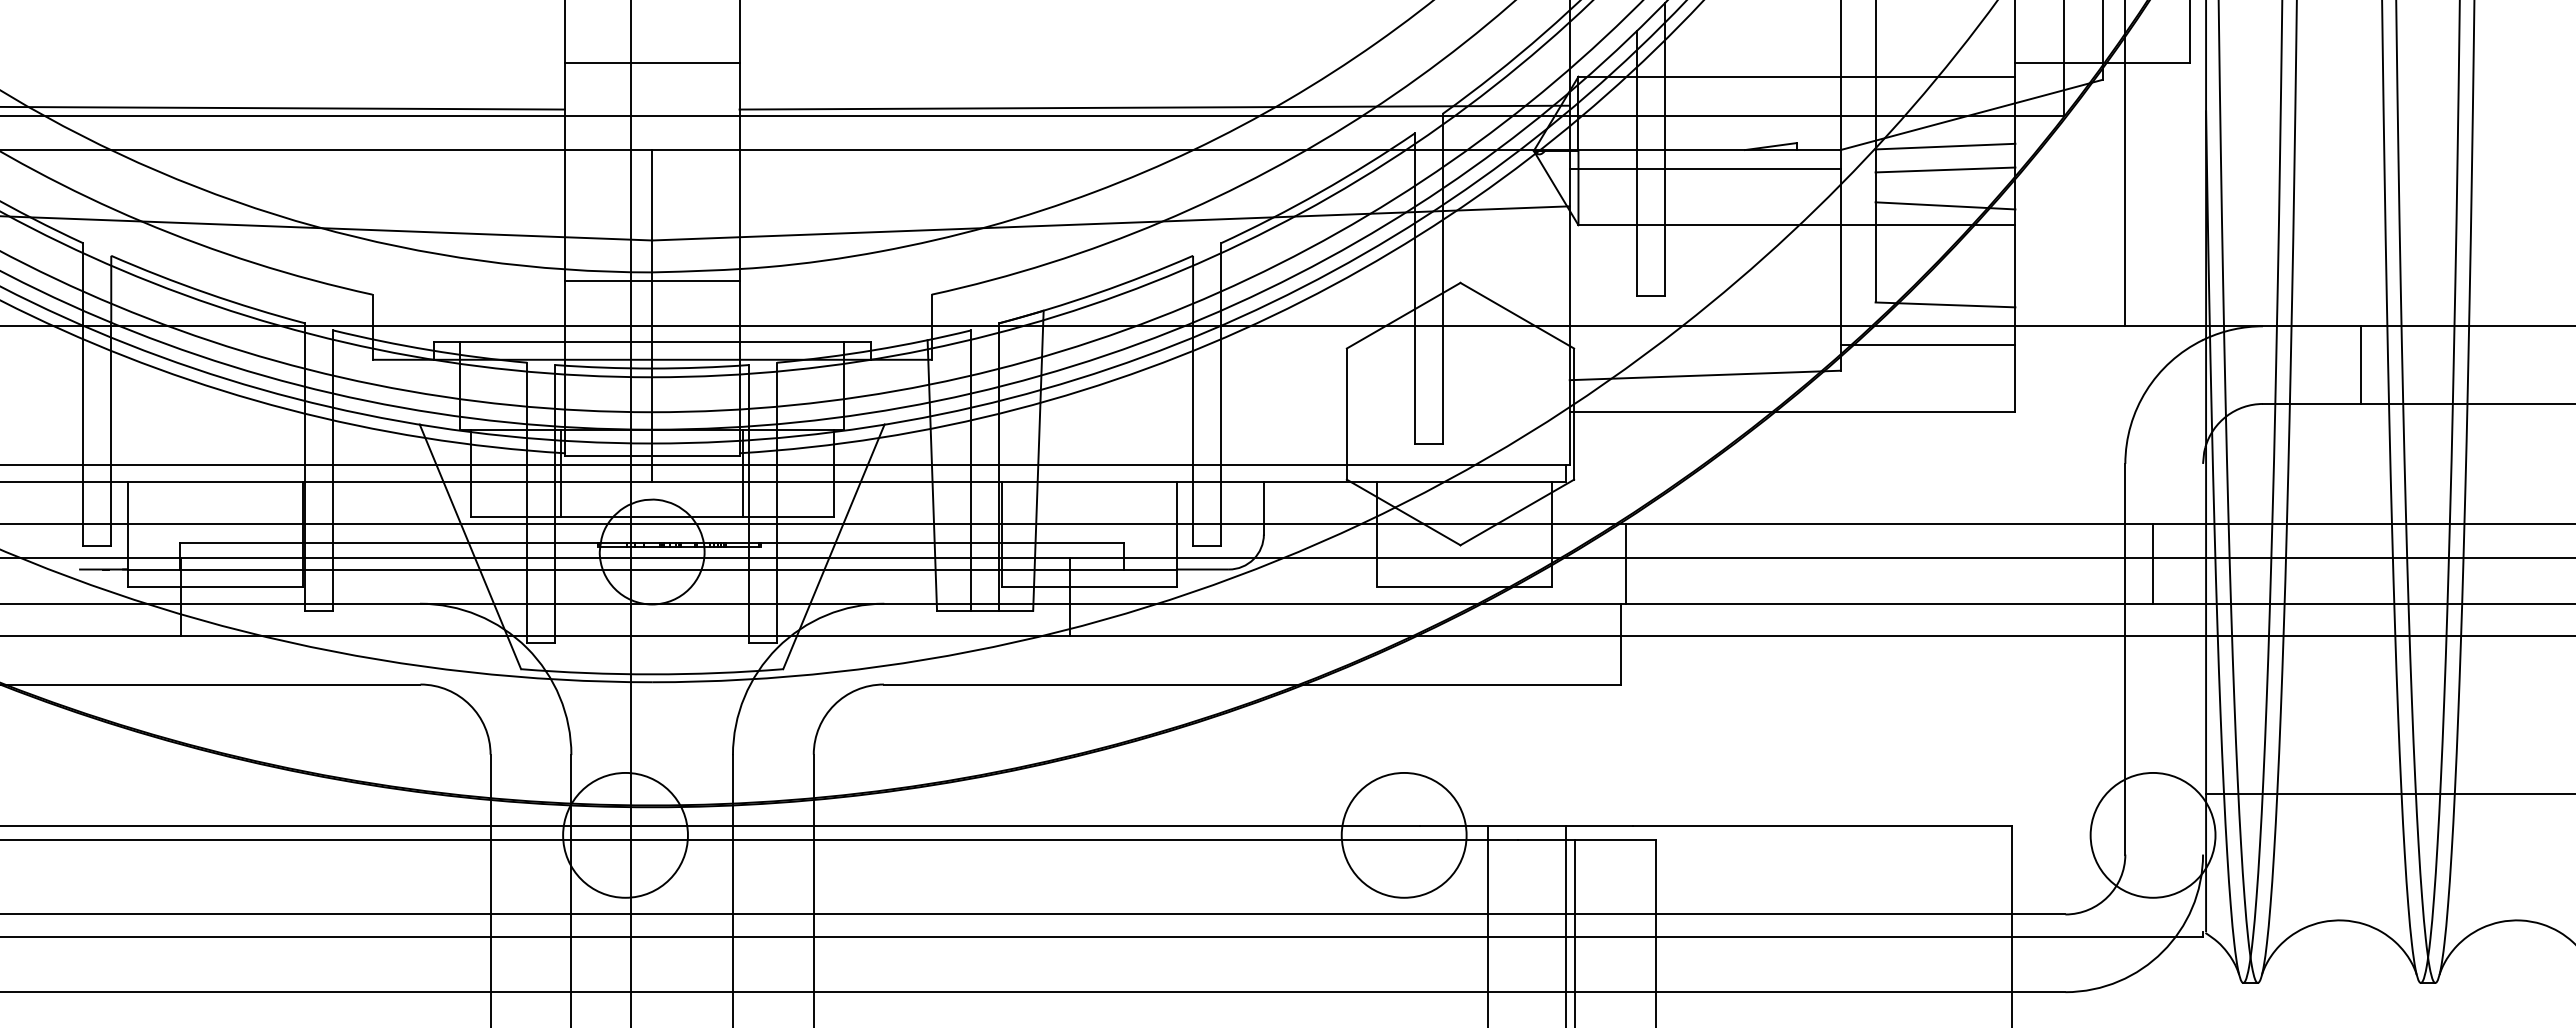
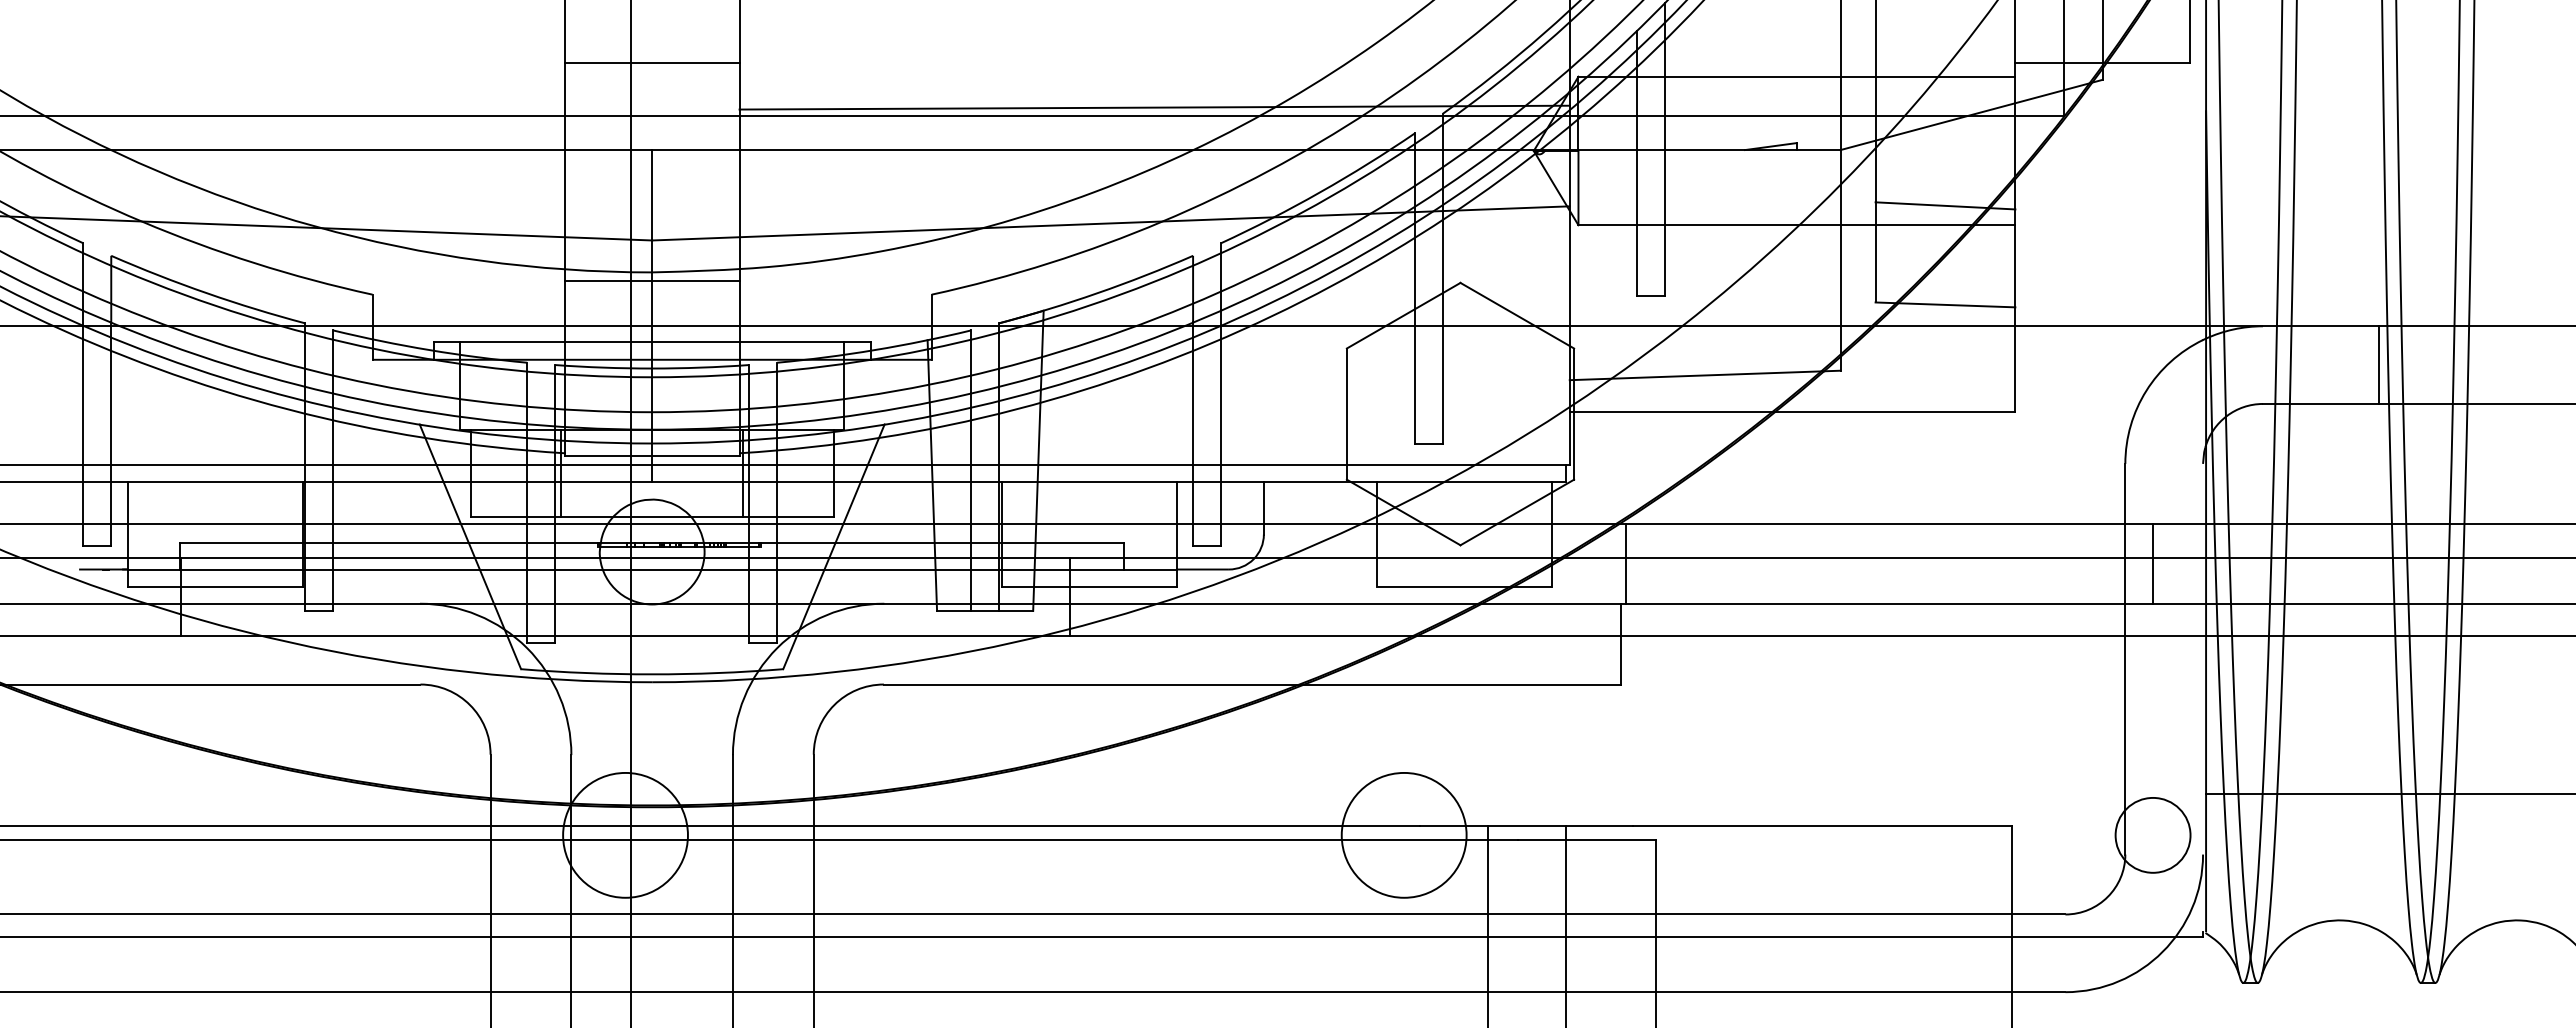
line at (283, 107): present -> none
line at (1945, 146): present -> none
line at (2125, 164): present -> none
line at (1704, 168): present -> none
line at (1945, 169): present -> none
line at (1927, 344): present -> none
line at (2361, 364) position: (2361, 364) -> (2379, 364)
circle at (2152, 834) diameter: 125 px -> 75 px
line at (1574, 931): present -> none
